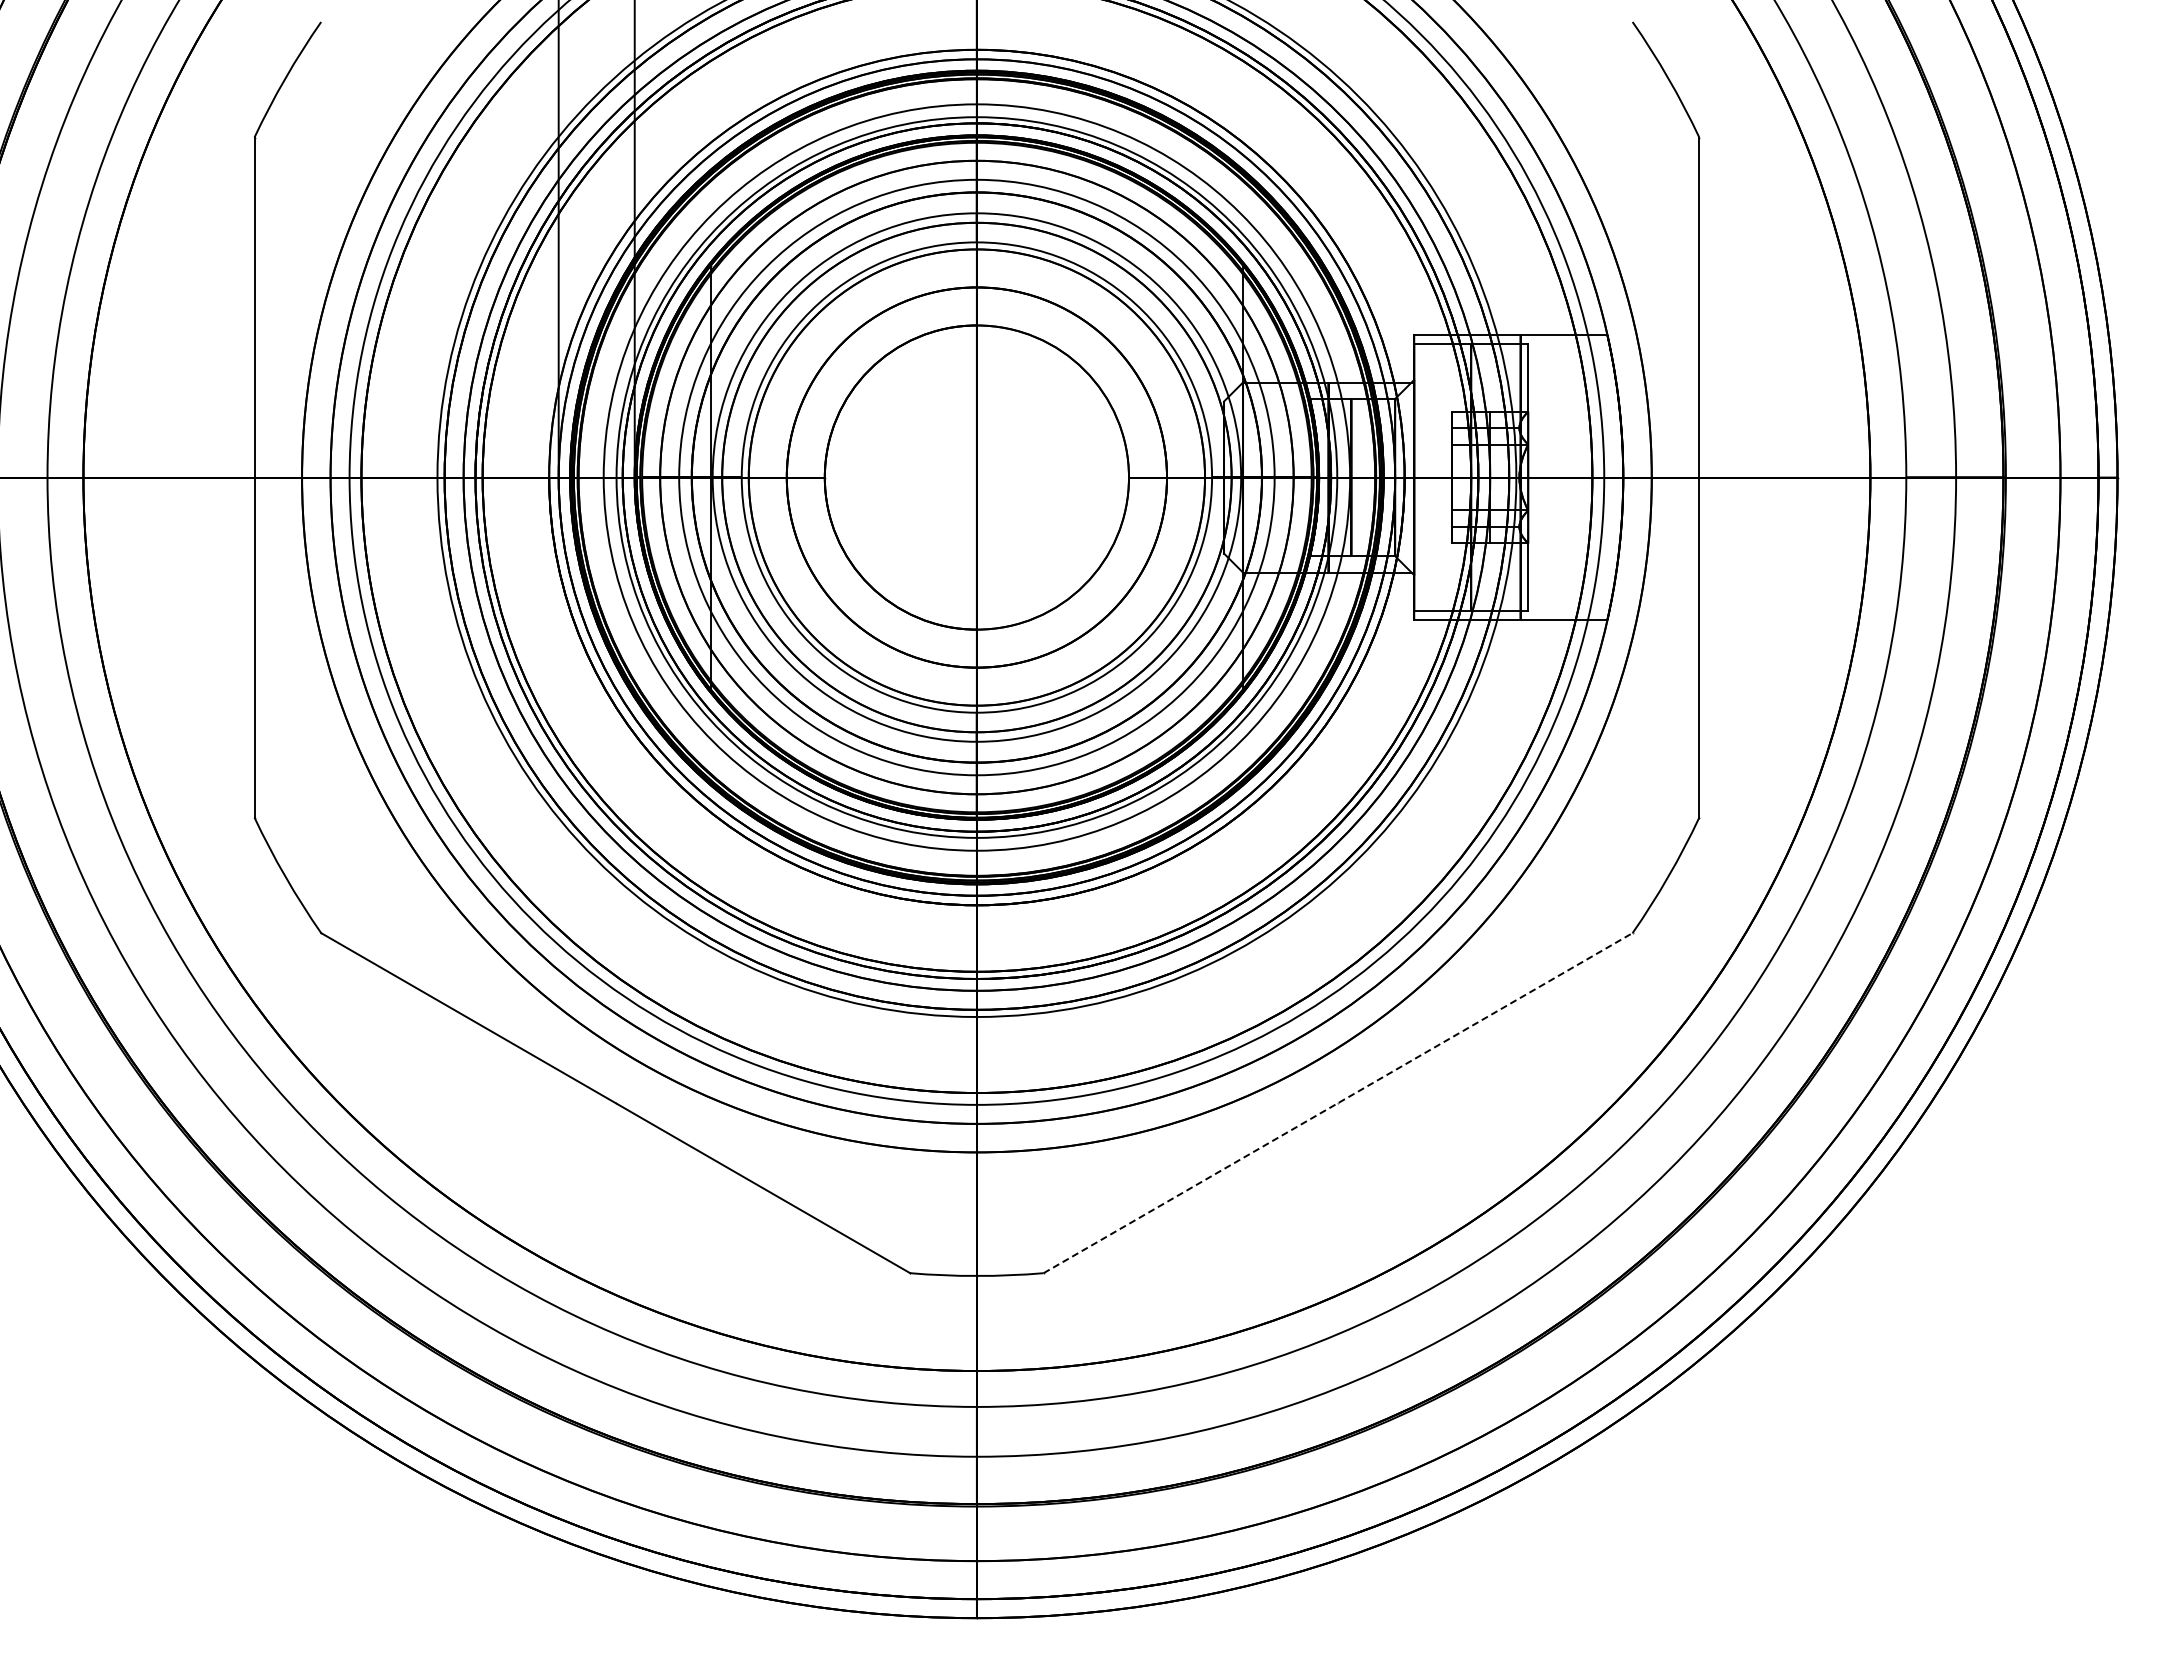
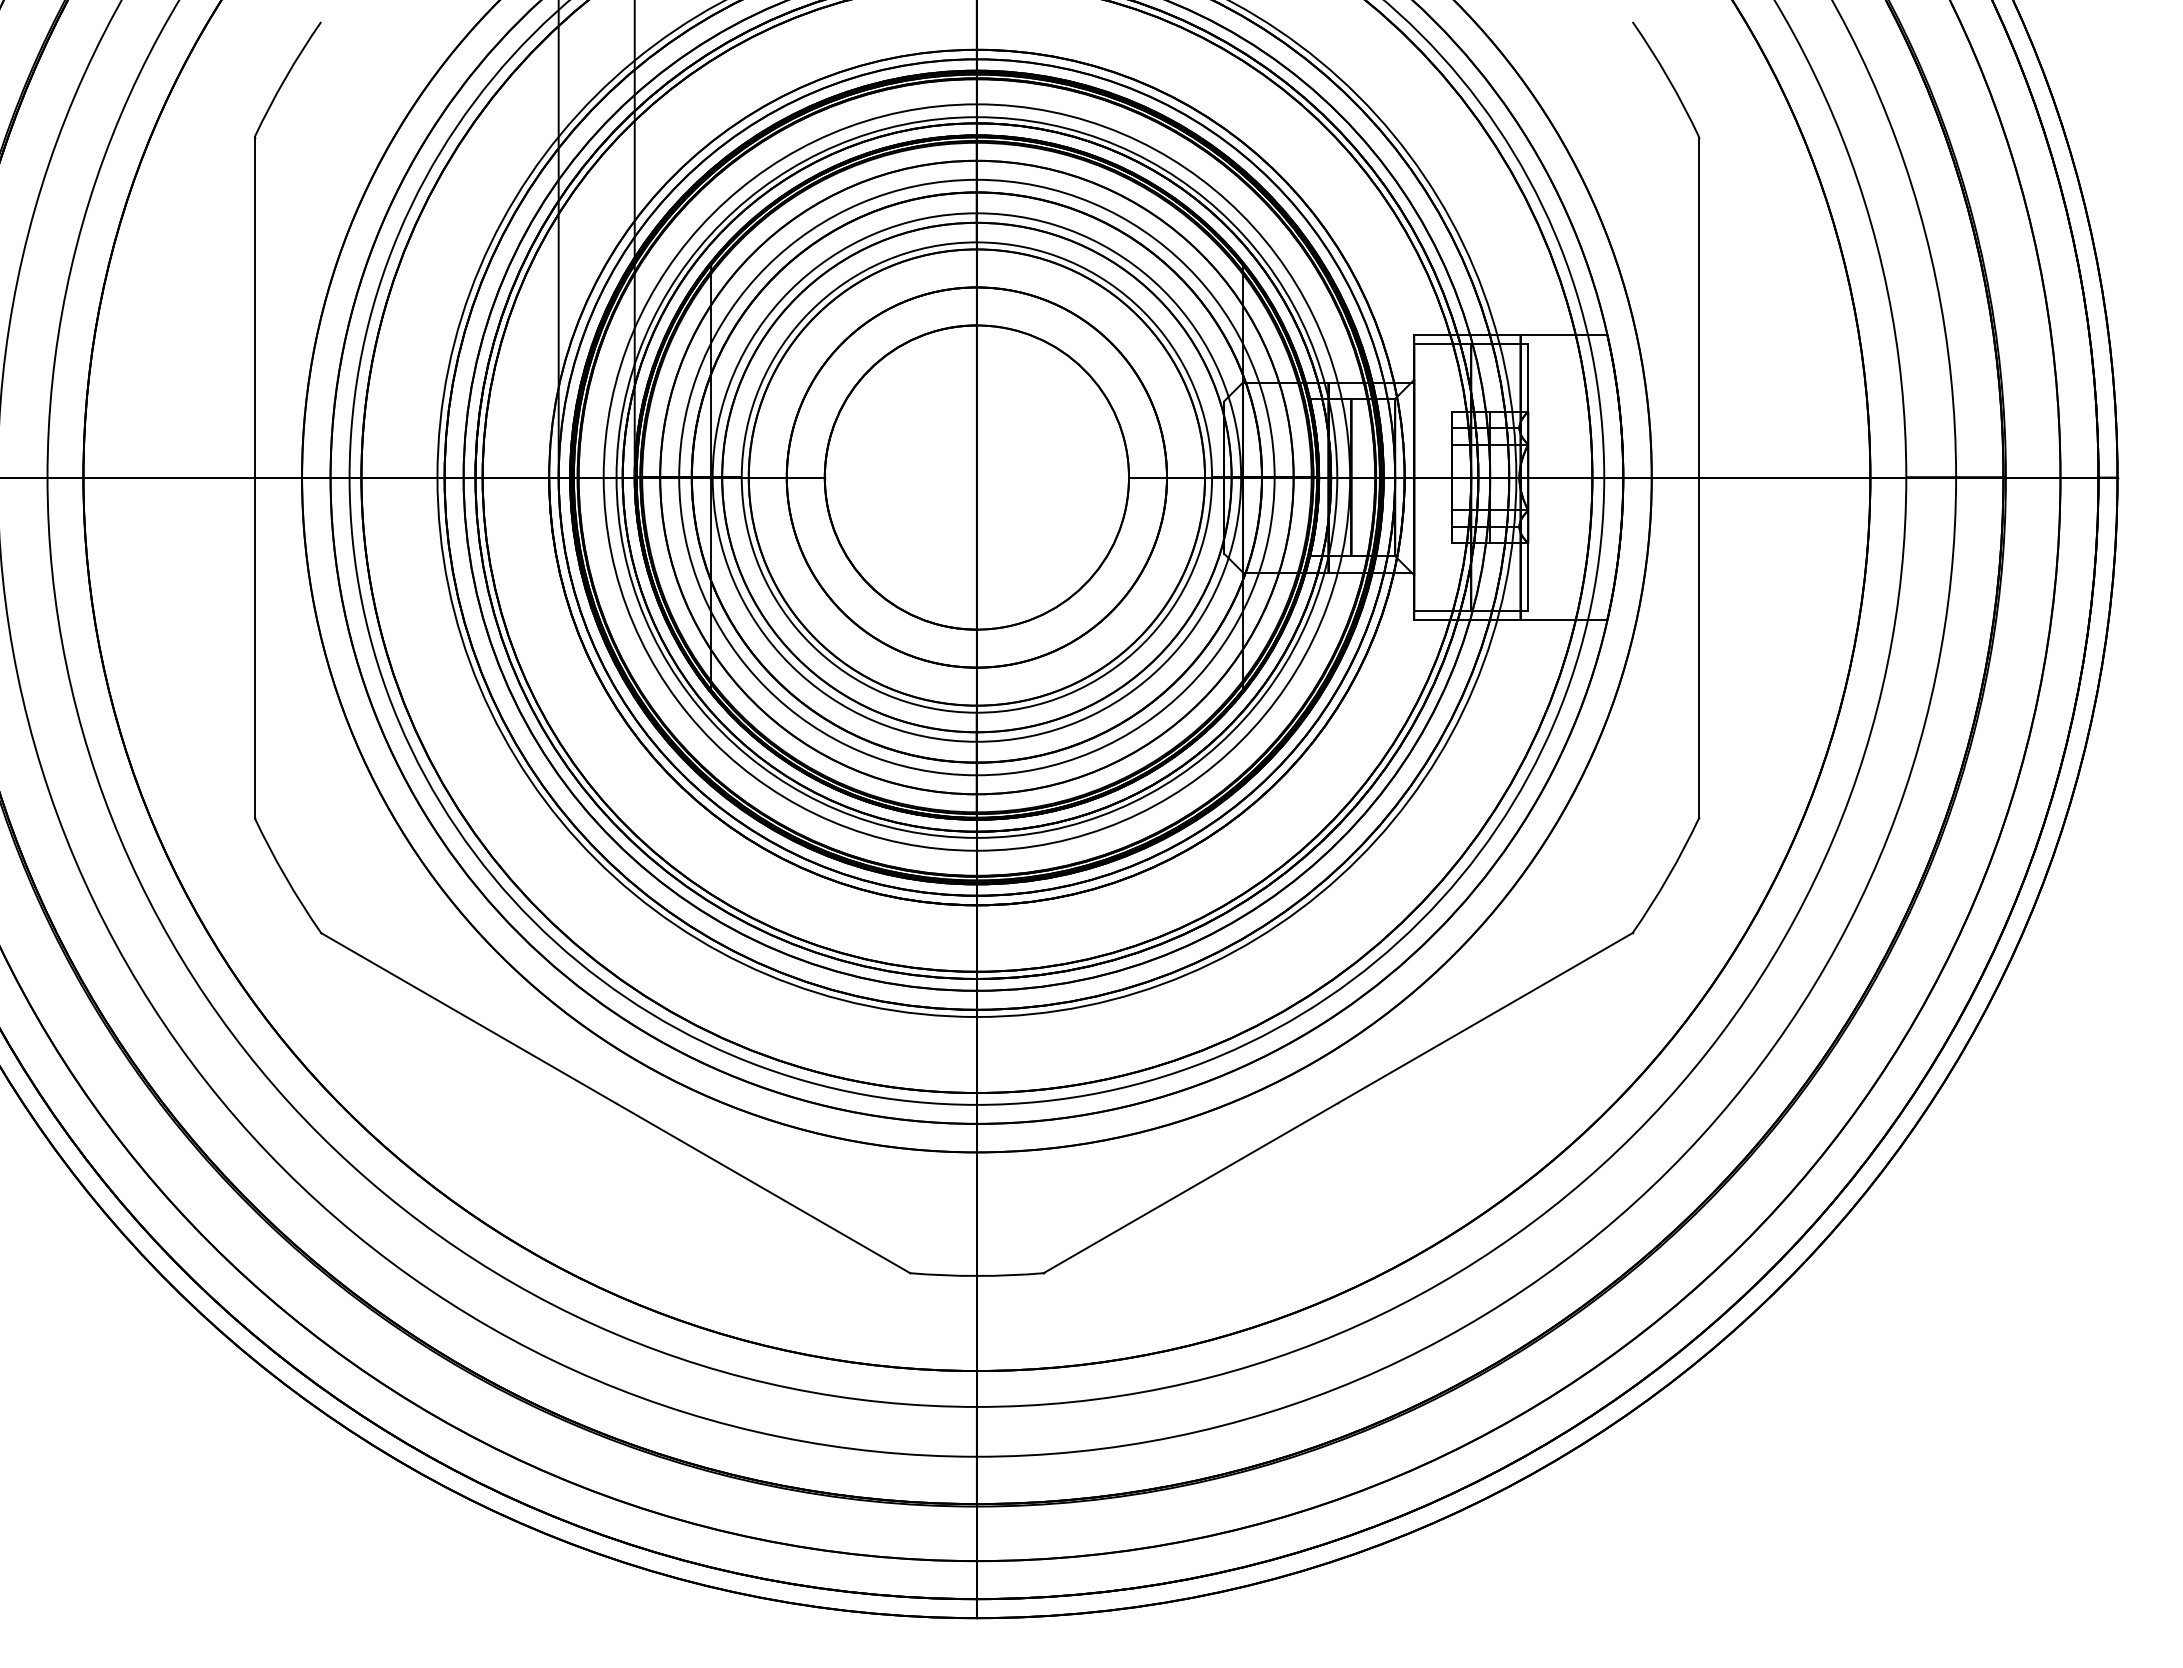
line at (1338, 1102): dashed -> solid
